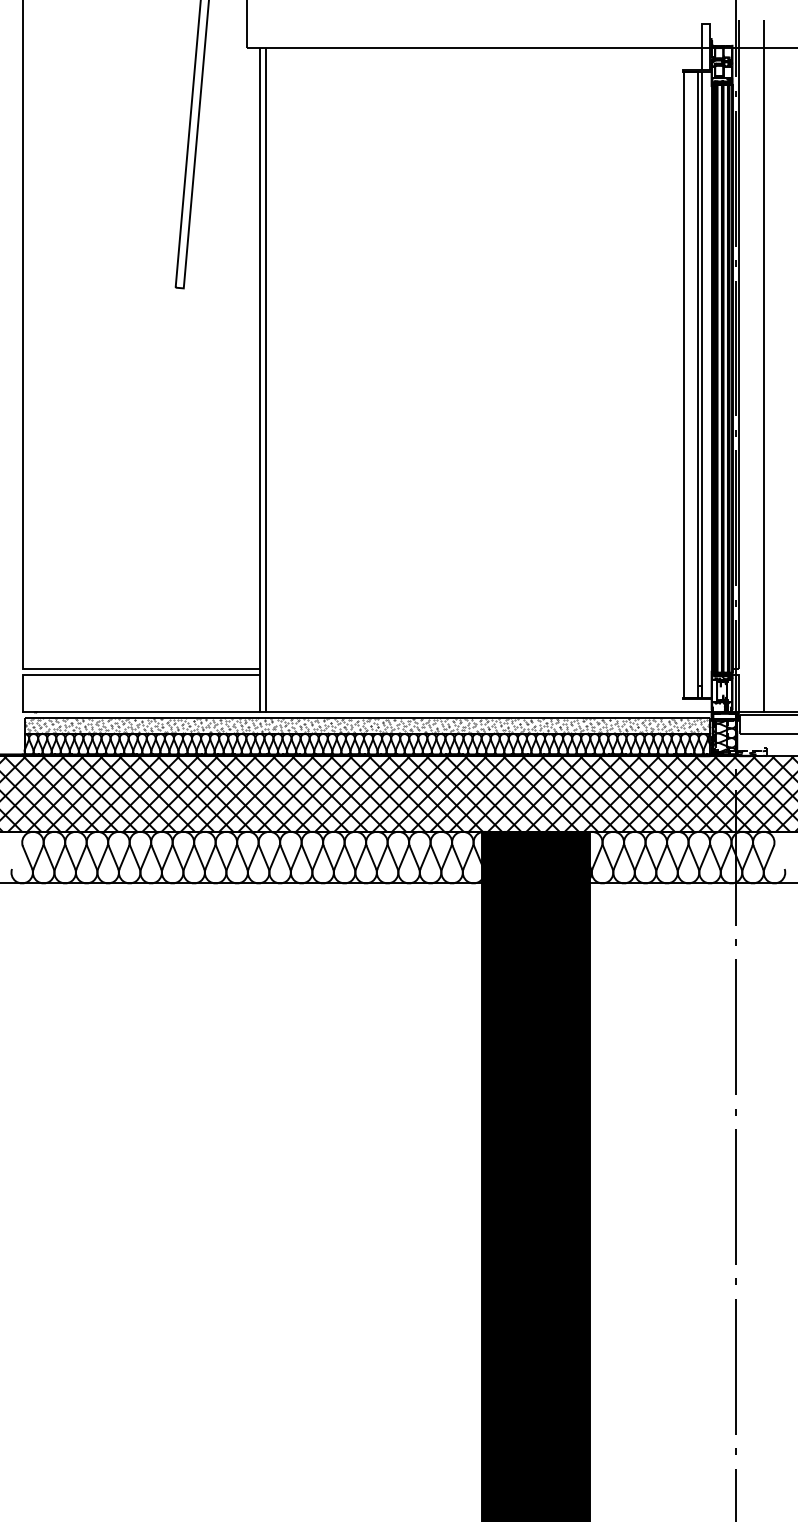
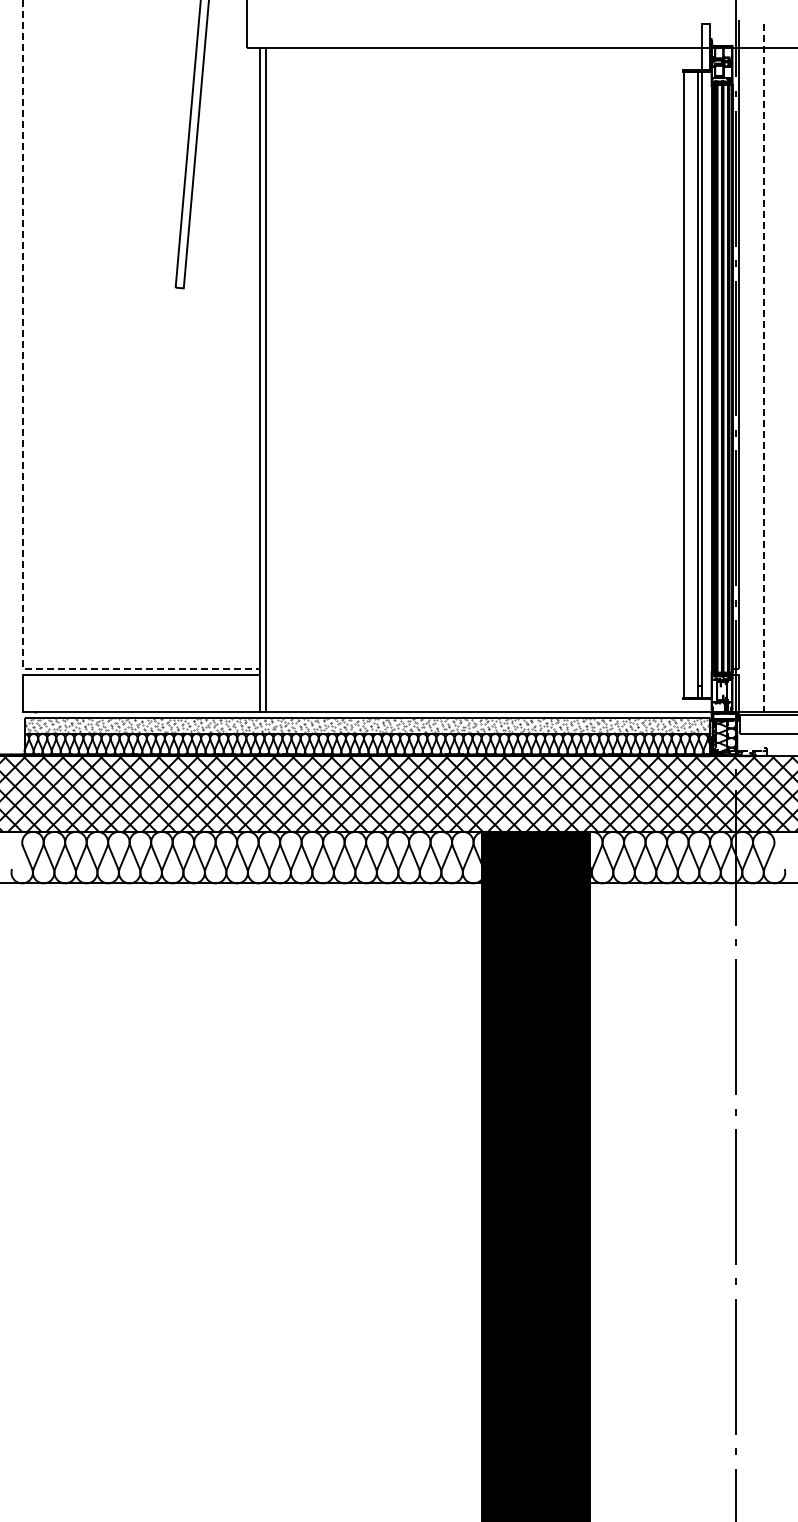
line at (764, 366): solid -> dashed
line at (23, 454): solid -> dashed
